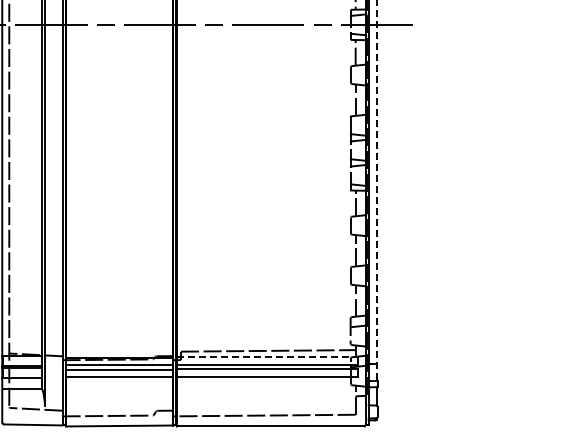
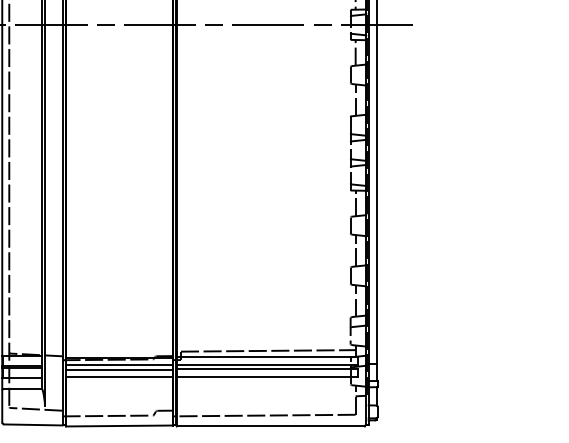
line at (376, 191): dashed -> solid
line at (267, 357): dashed -> solid
